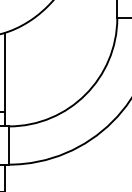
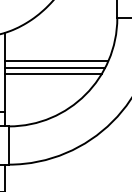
line at (56, 61): none -> present
line at (54, 67): none -> present
line at (52, 73): none -> present
